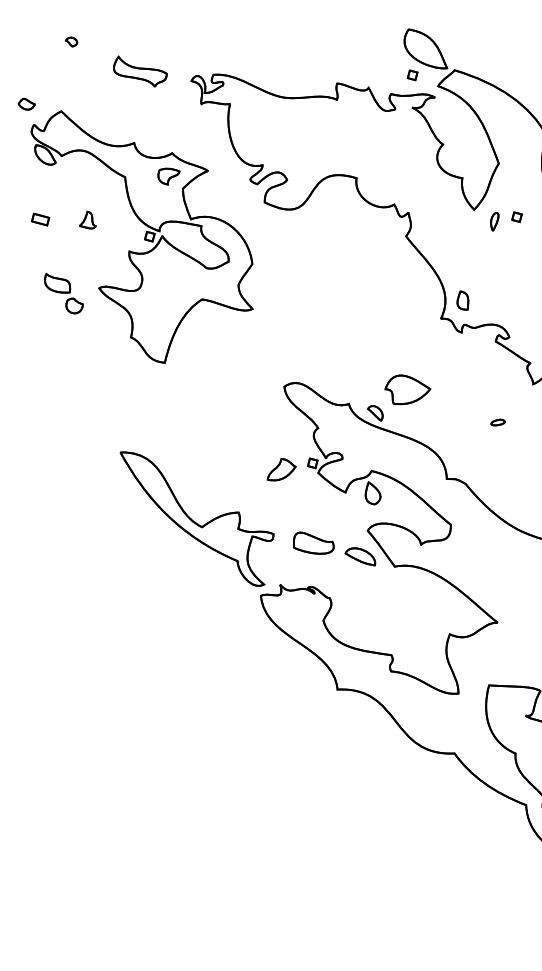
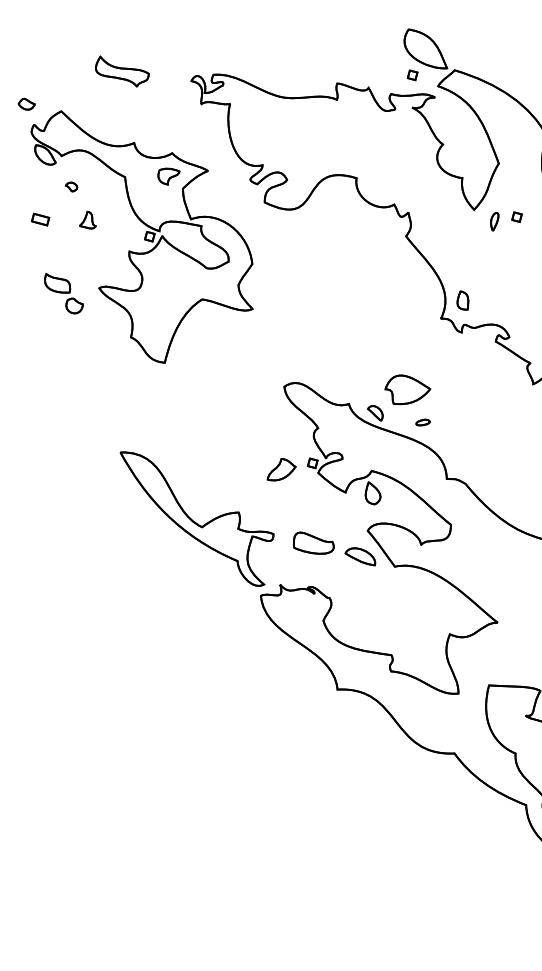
part at (71, 41) position: (71, 41) -> (71, 186)
part at (140, 71) position: (140, 71) -> (122, 71)
part at (497, 422) position: (497, 422) -> (422, 422)
